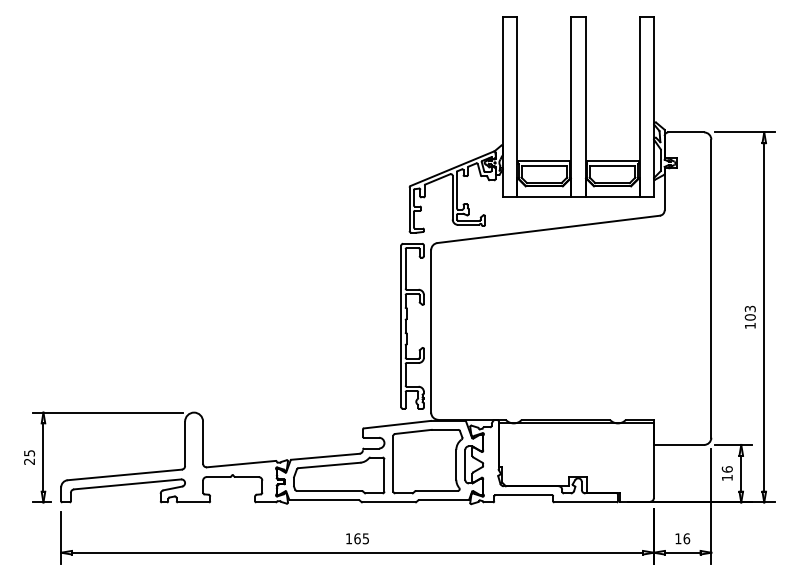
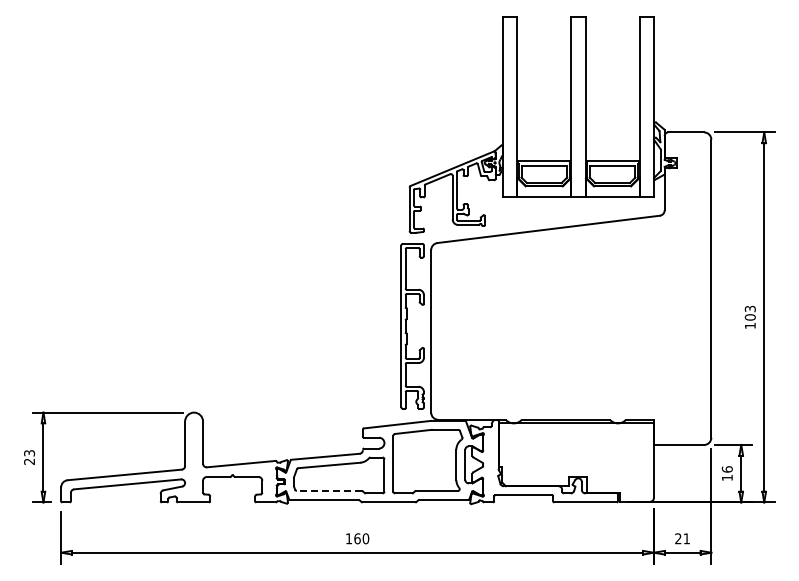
text at (29, 453): 25 -> 23
line at (328, 490): solid -> dashed
text at (365, 538): 165 -> 160
text at (682, 538): 16 -> 21
